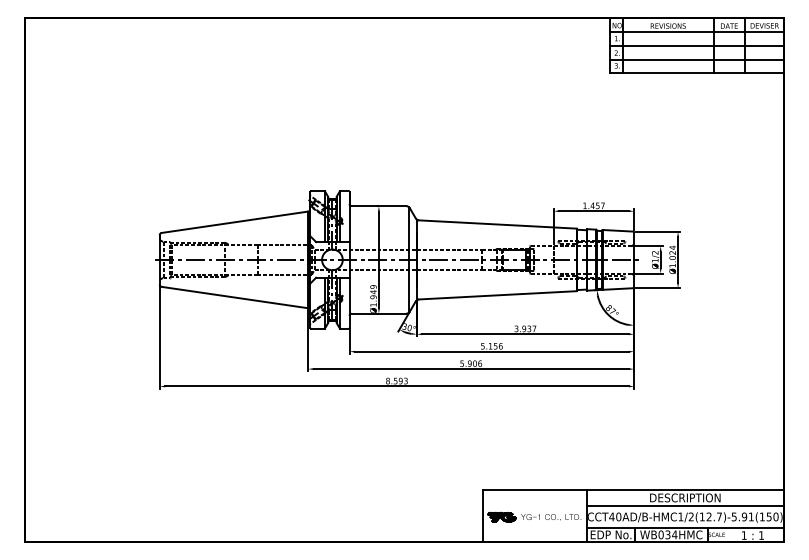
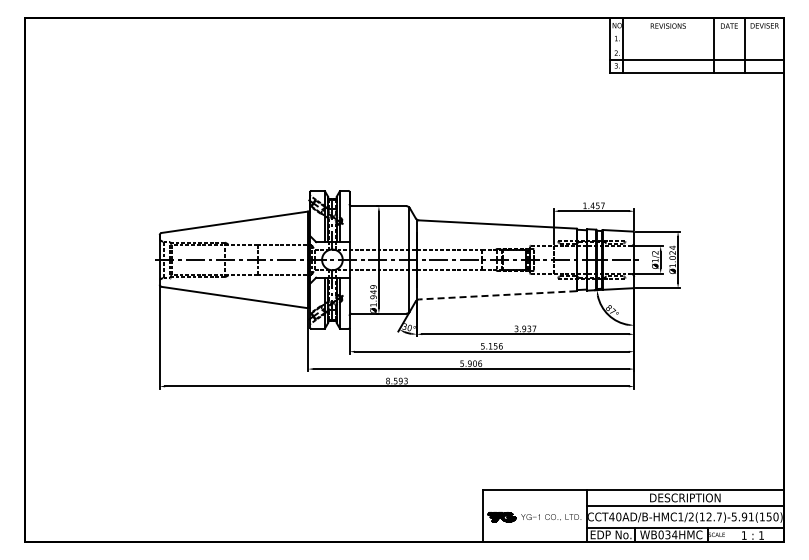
line at (696, 31): present -> none
line at (696, 45): present -> none
line at (497, 295): solid -> dashed
